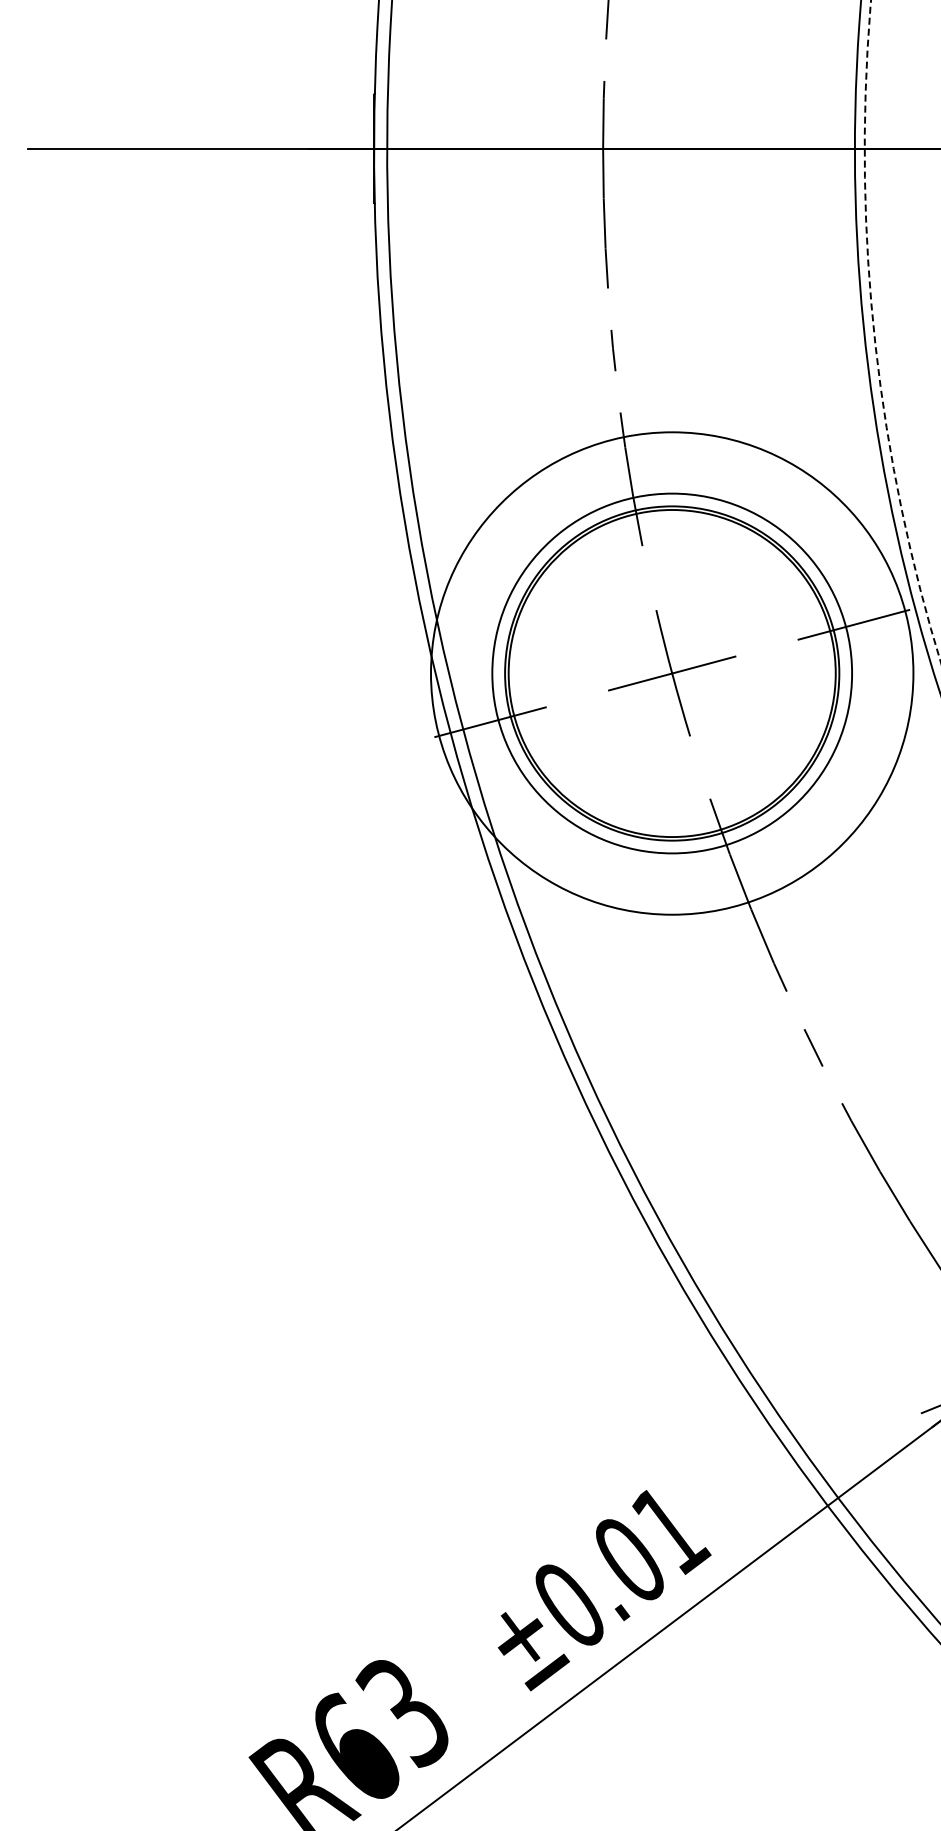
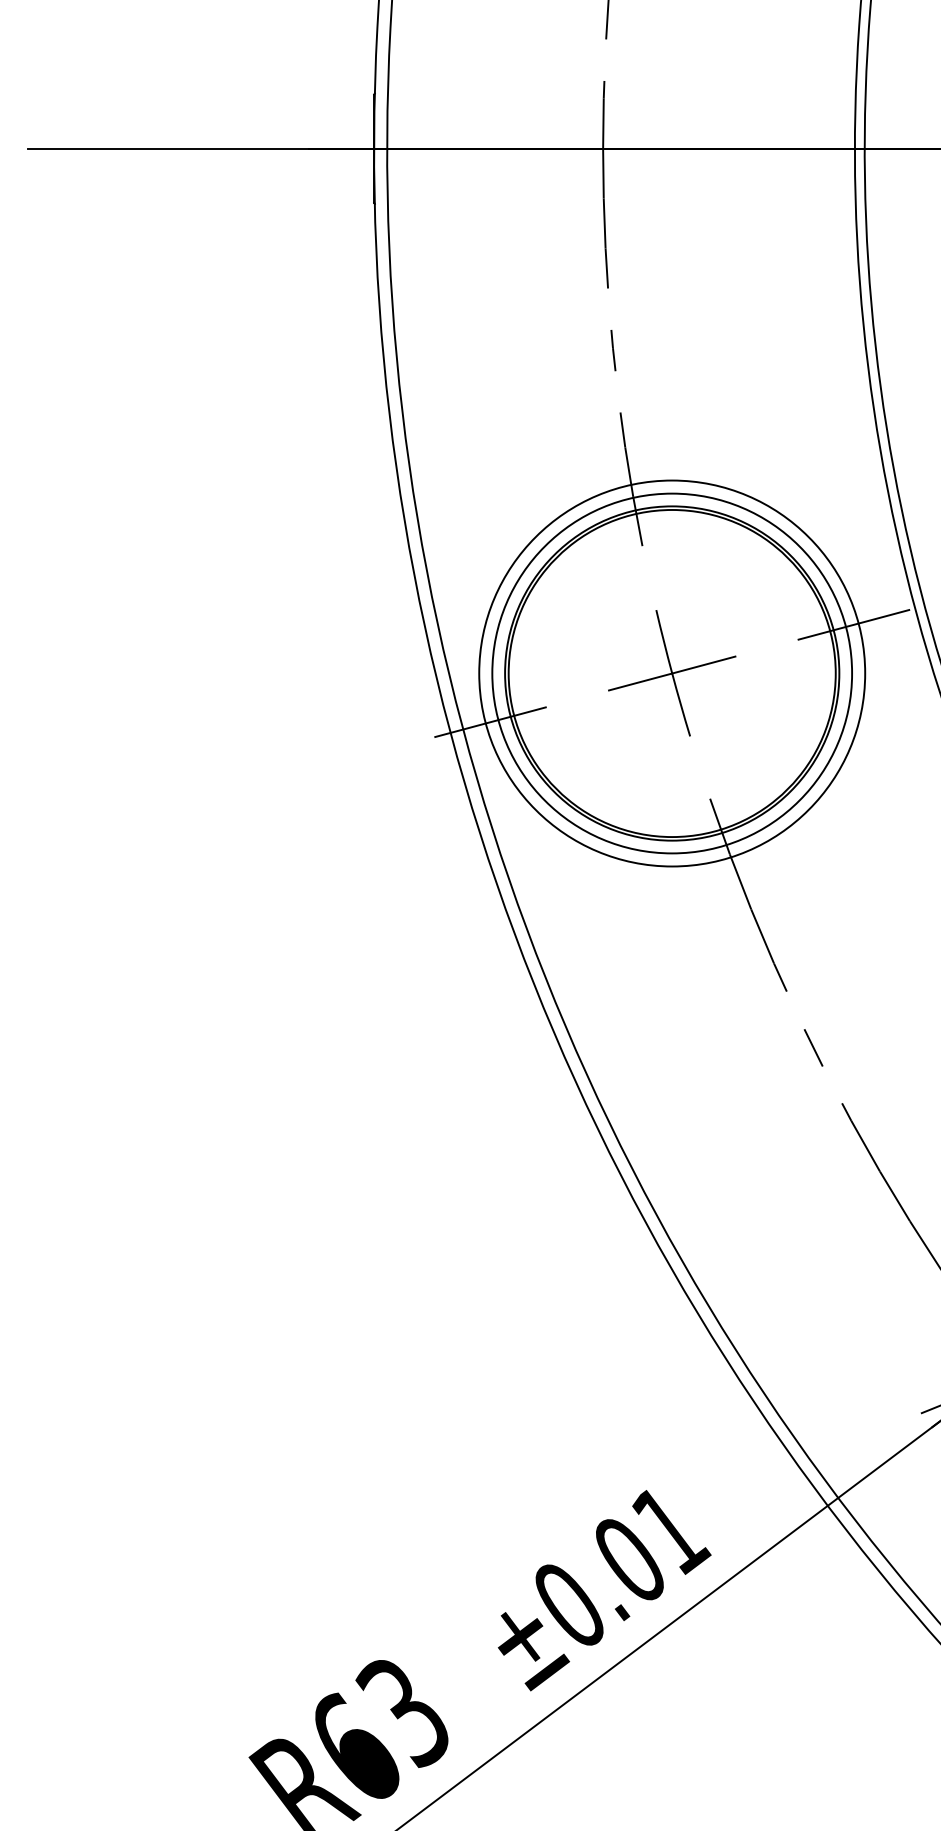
arc at (874, 334): dashed -> solid
circle at (672, 673) diameter: 482 px -> 386 px
